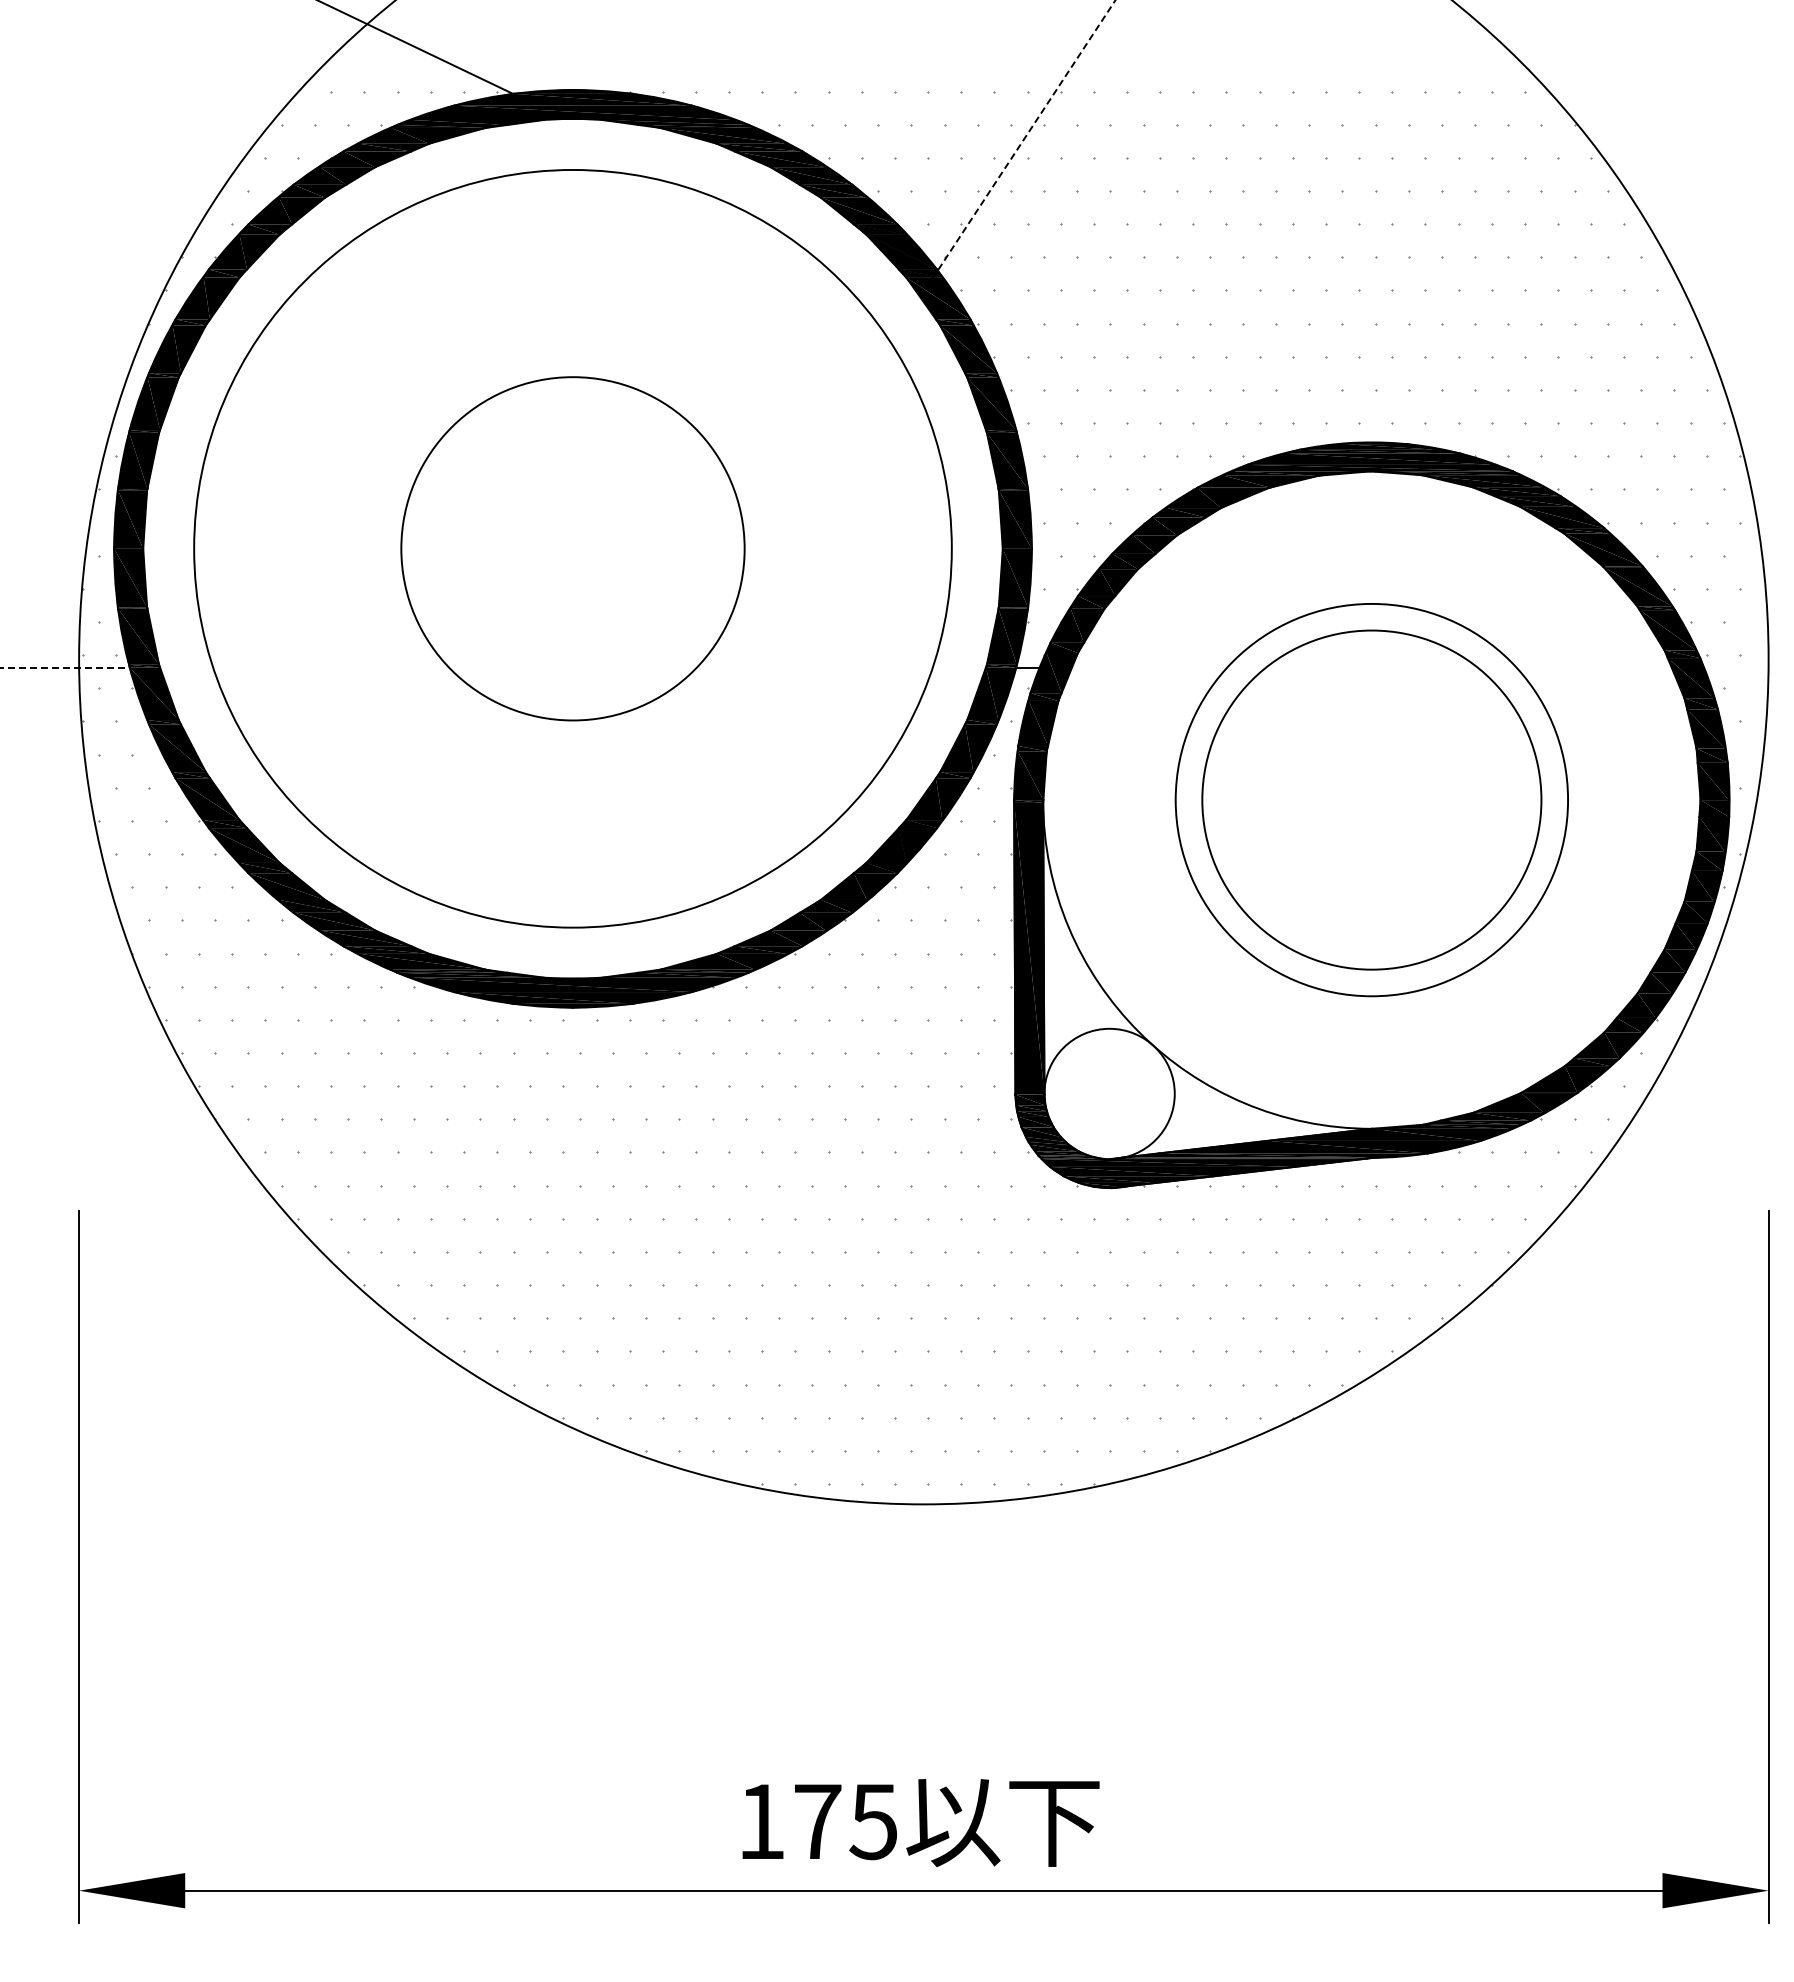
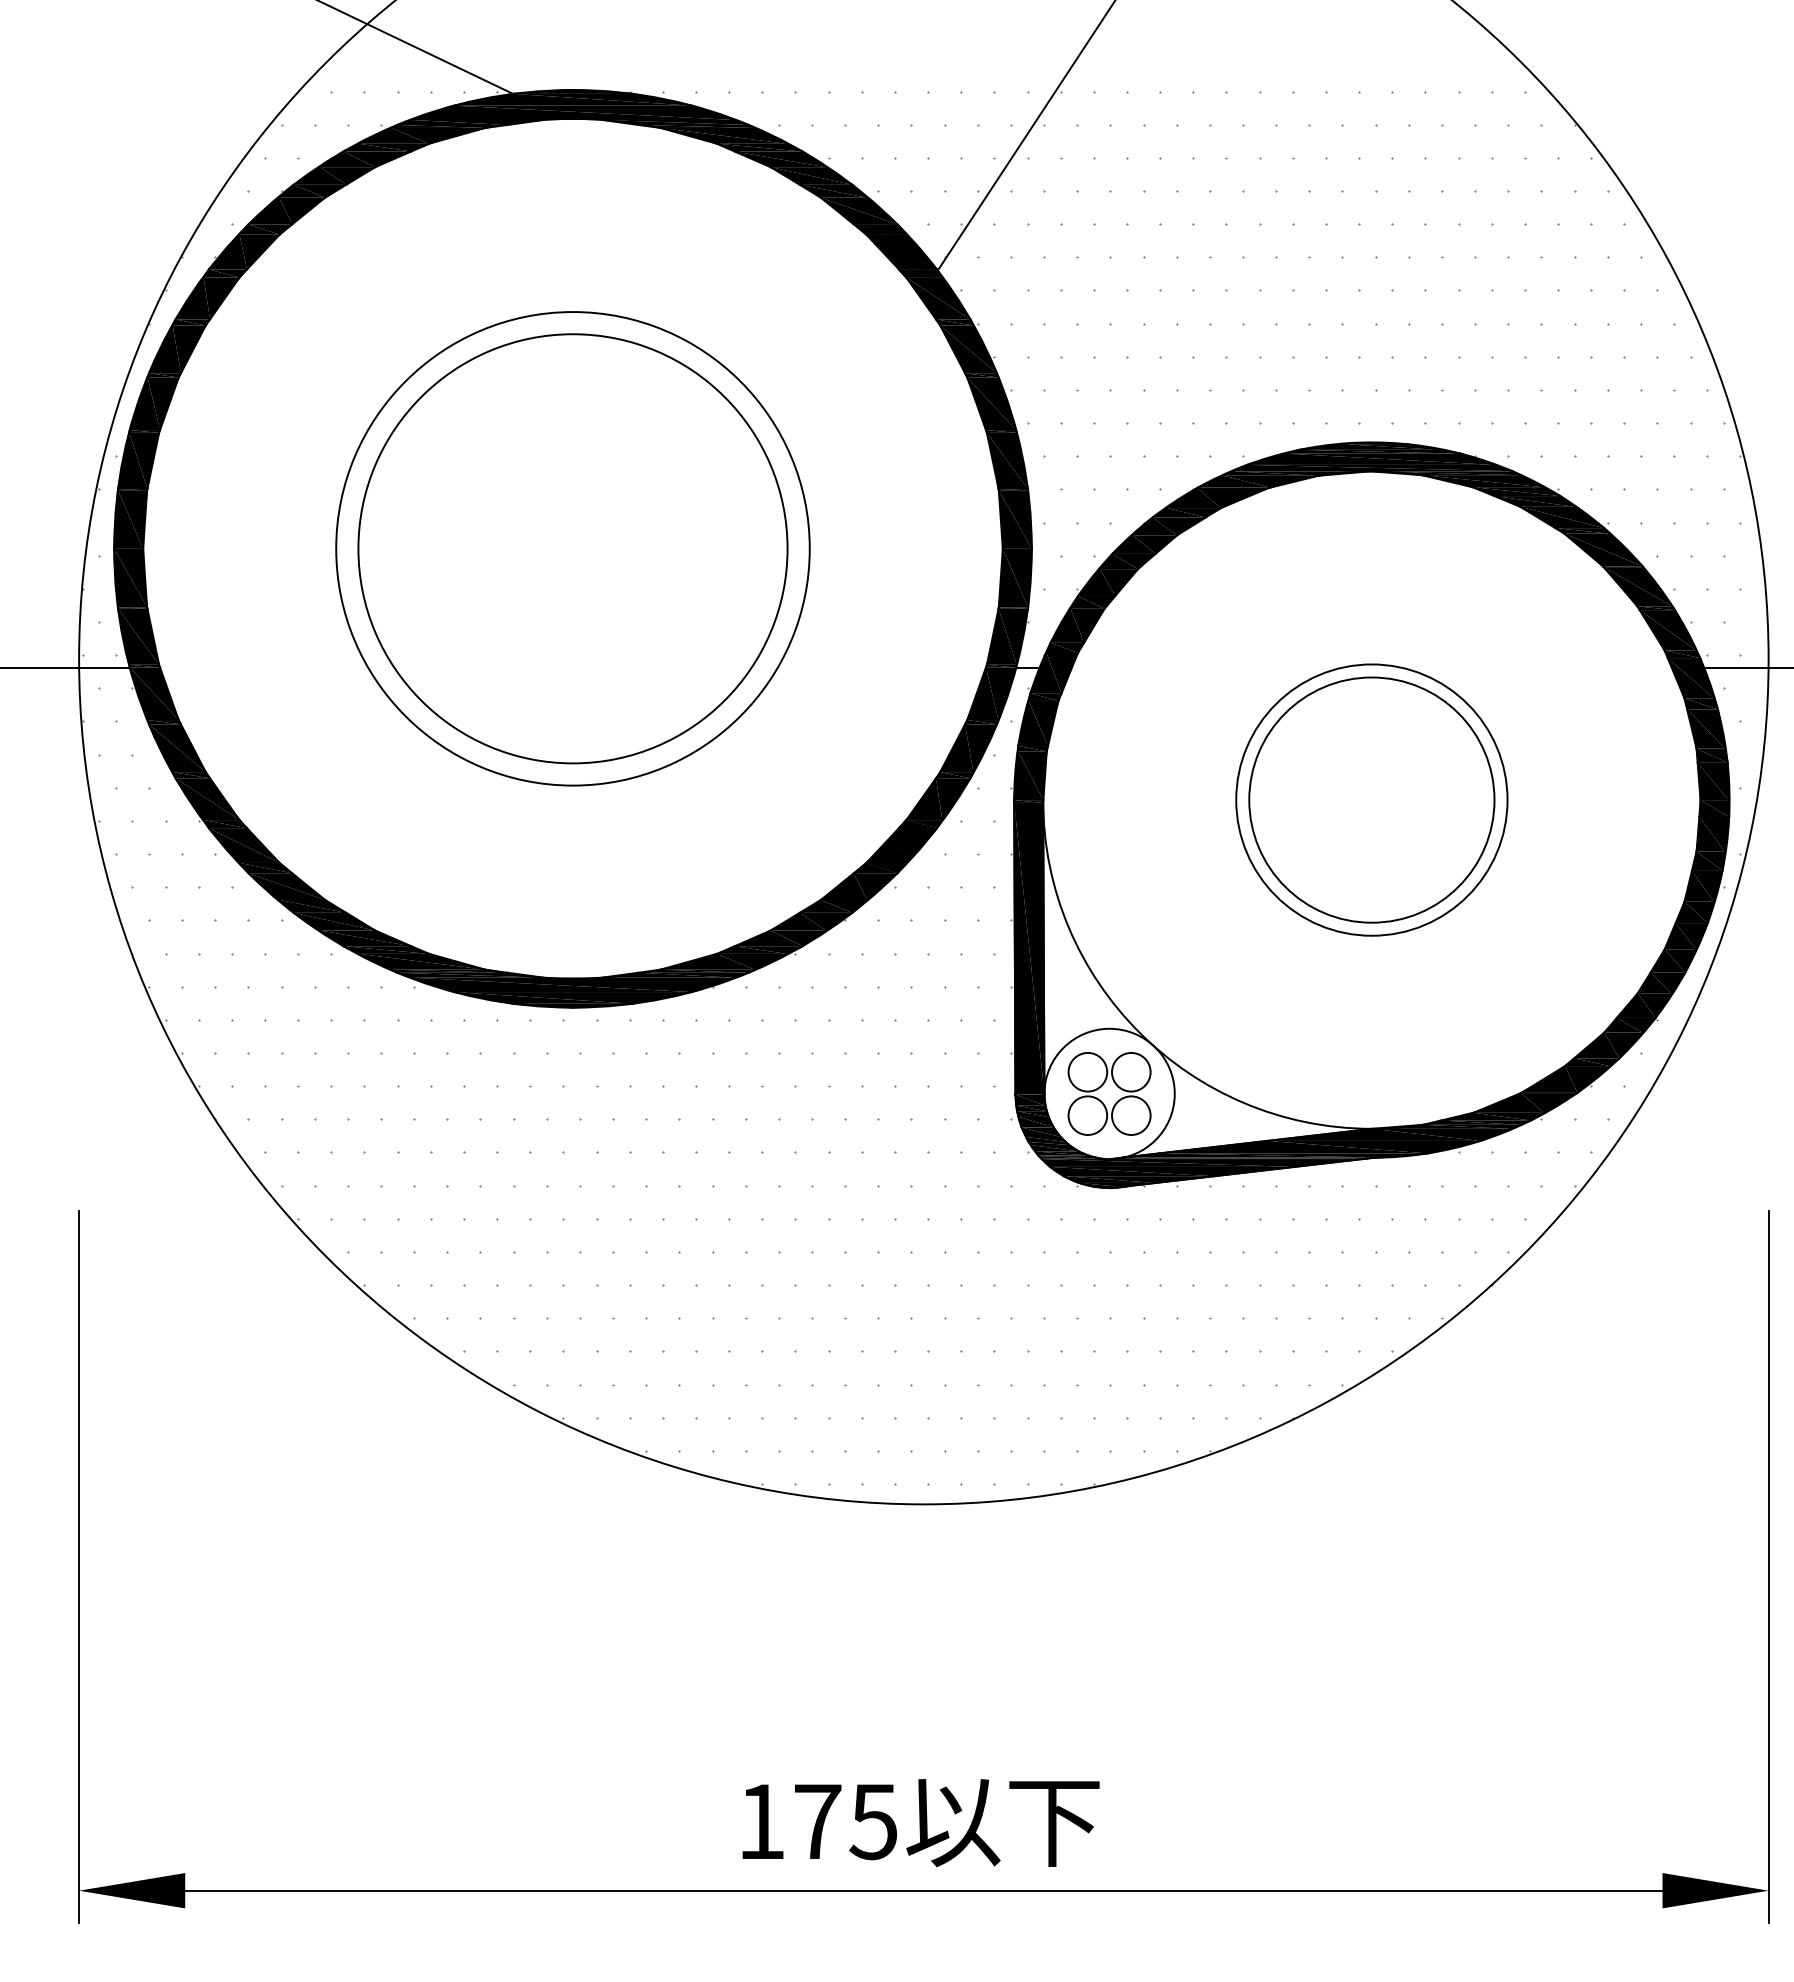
line at (1023, 139): dashed -> solid
circle at (572, 548) diameter: 343 px -> 429 px
circle at (572, 548) diameter: 758 px -> 474 px
line at (65, 668): dashed -> solid
line at (1747, 668): none -> present
circle at (1371, 799) diameter: 339 px -> 271 px
circle at (1371, 799) diameter: 392 px -> 245 px
part at (1102, 1086): none -> present
